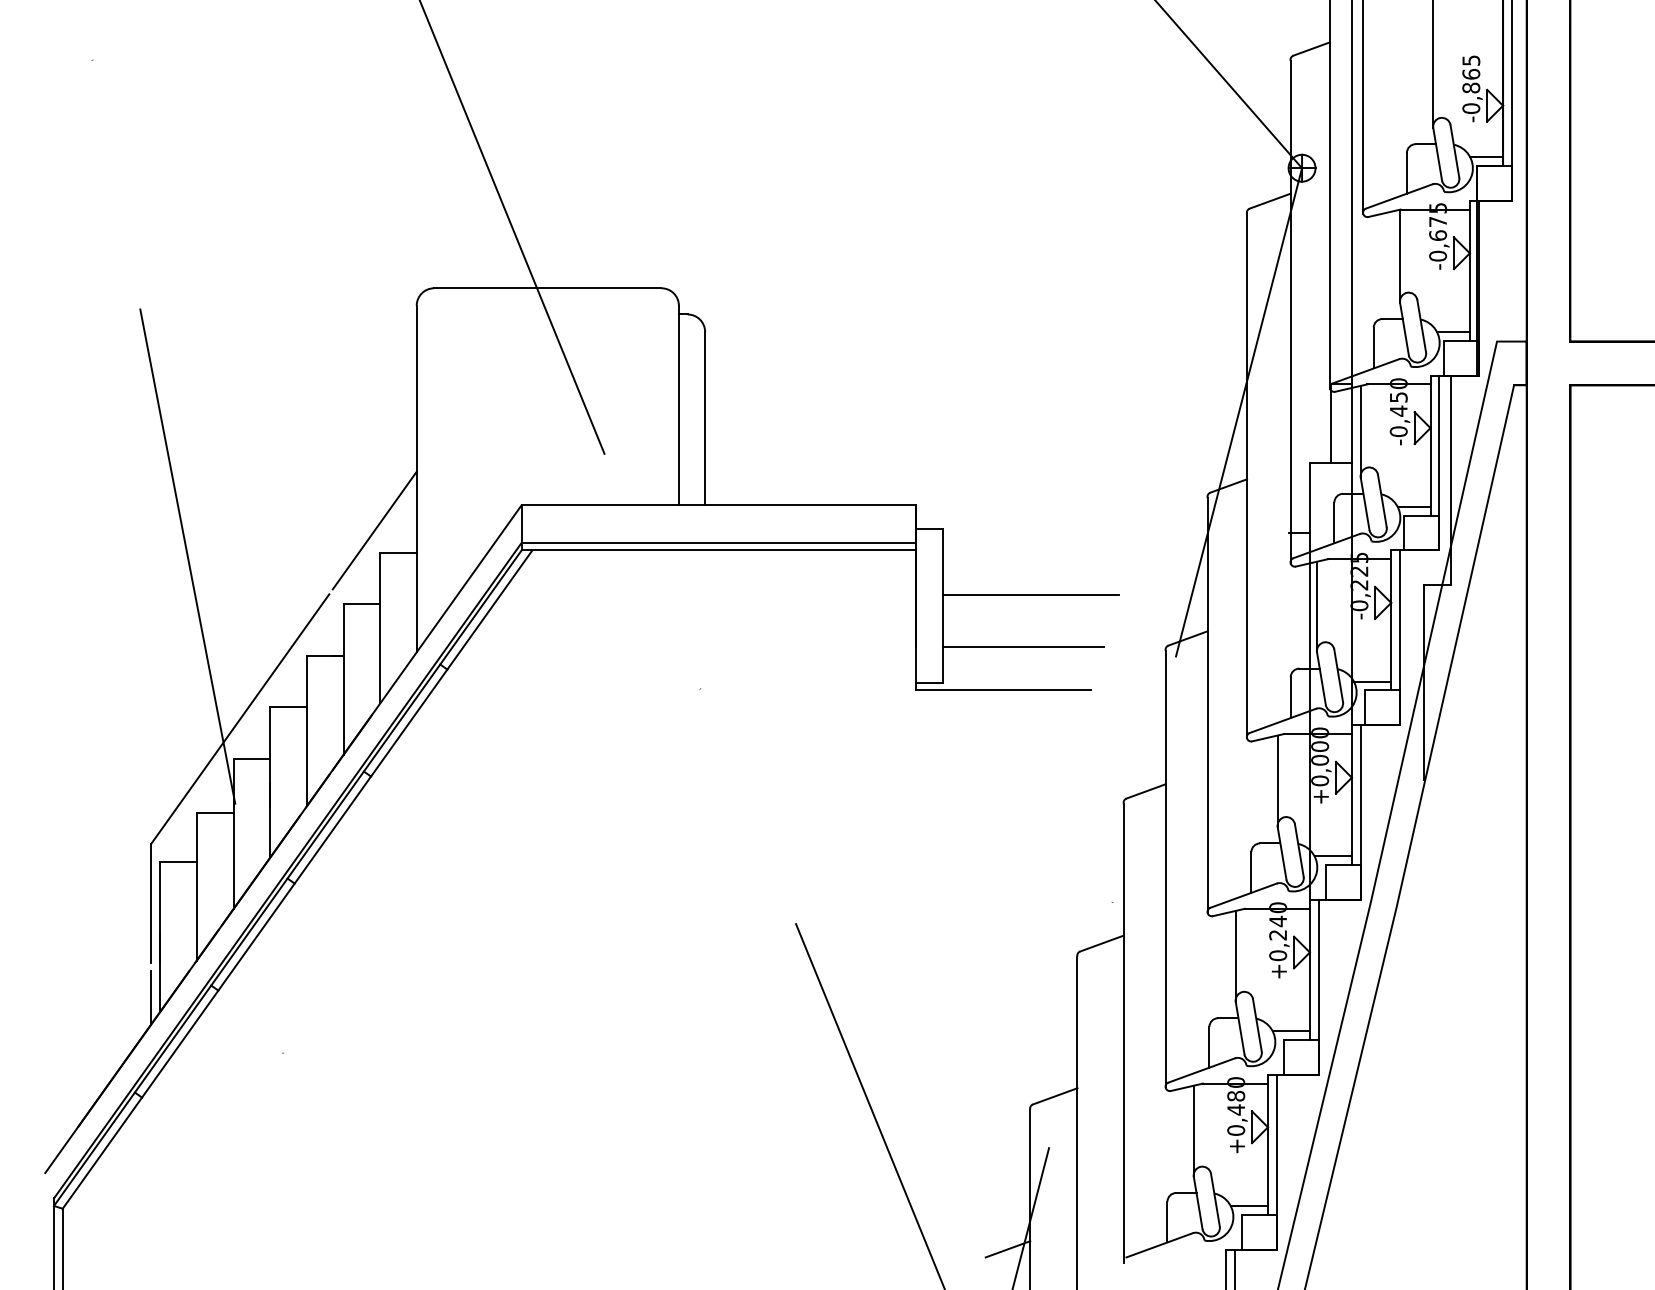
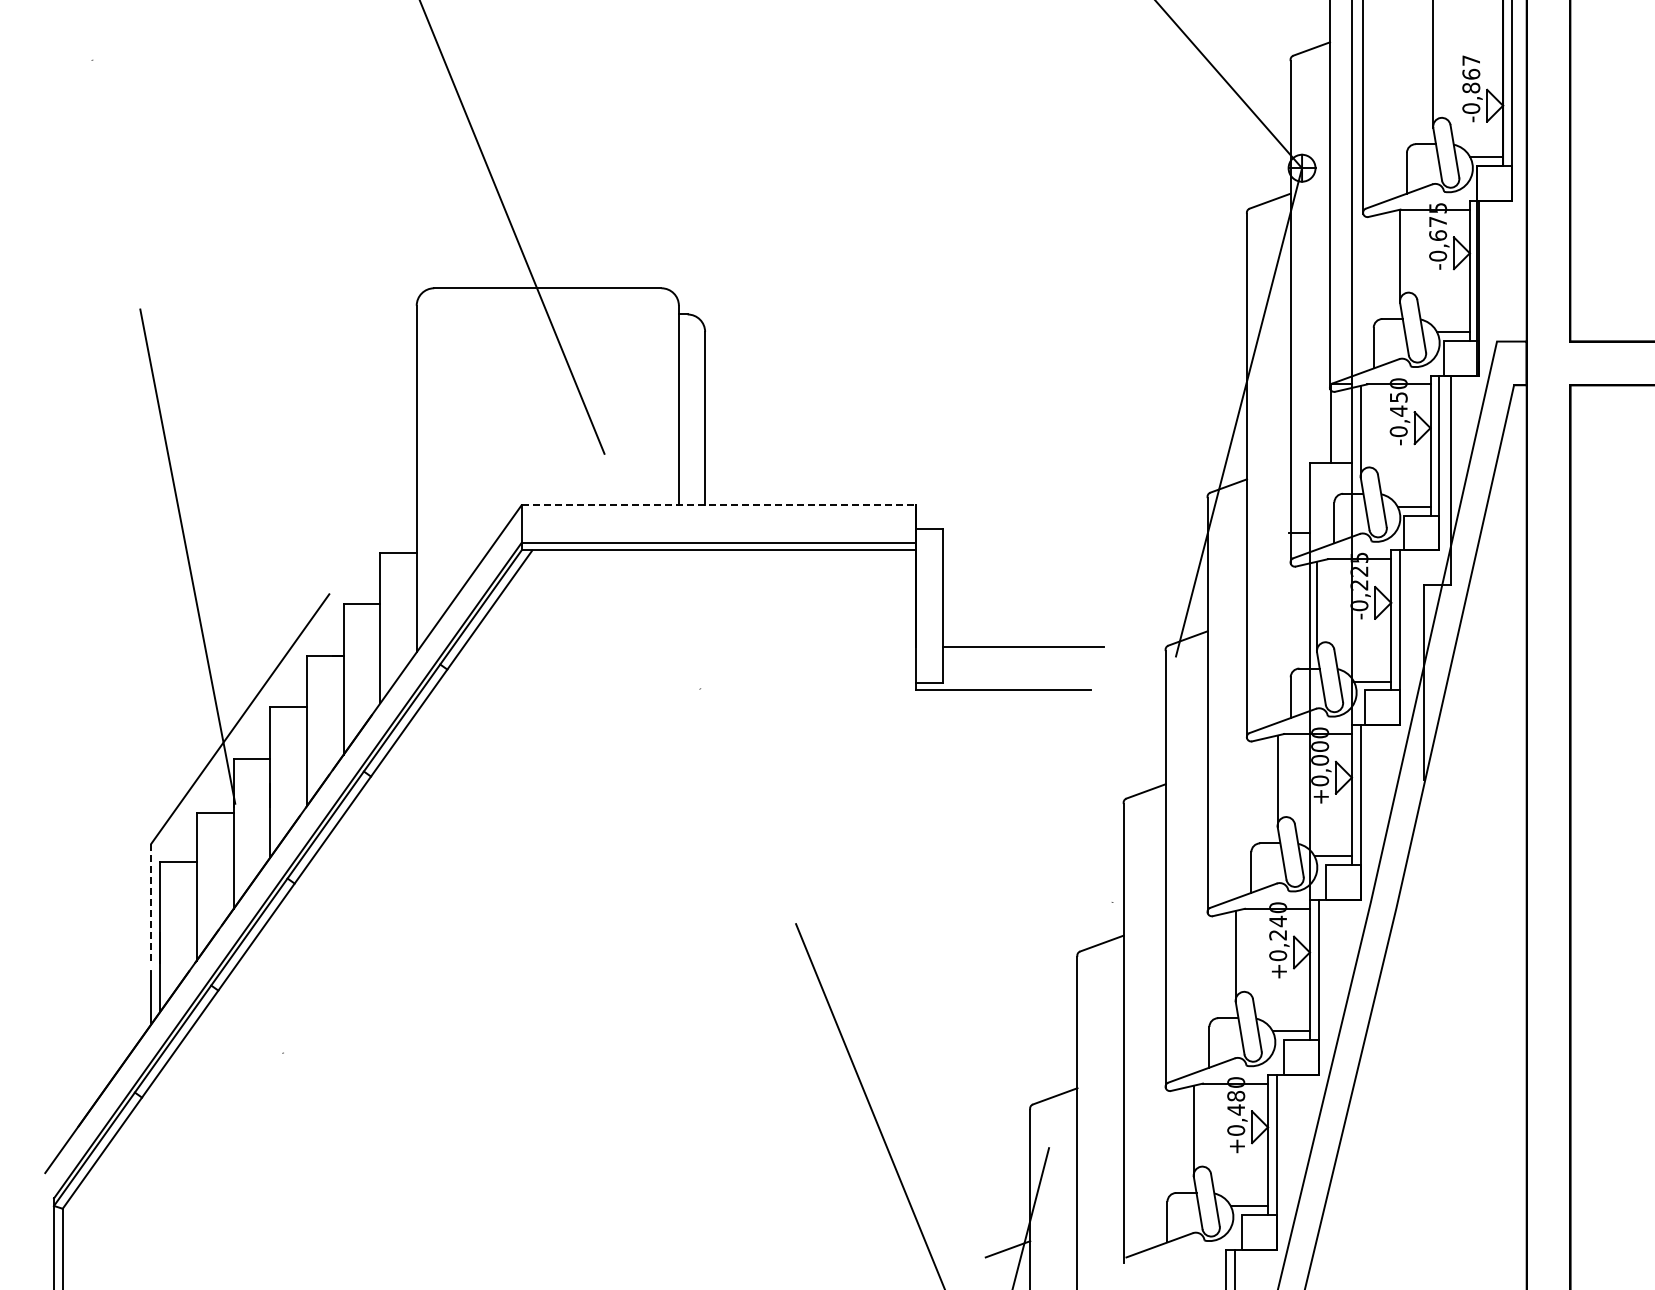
text at (1471, 60): -0,865 -> -0,867
line at (719, 505): solid -> dashed
line at (374, 530): present -> none
line at (1030, 595): present -> none
line at (151, 903): solid -> dashed
